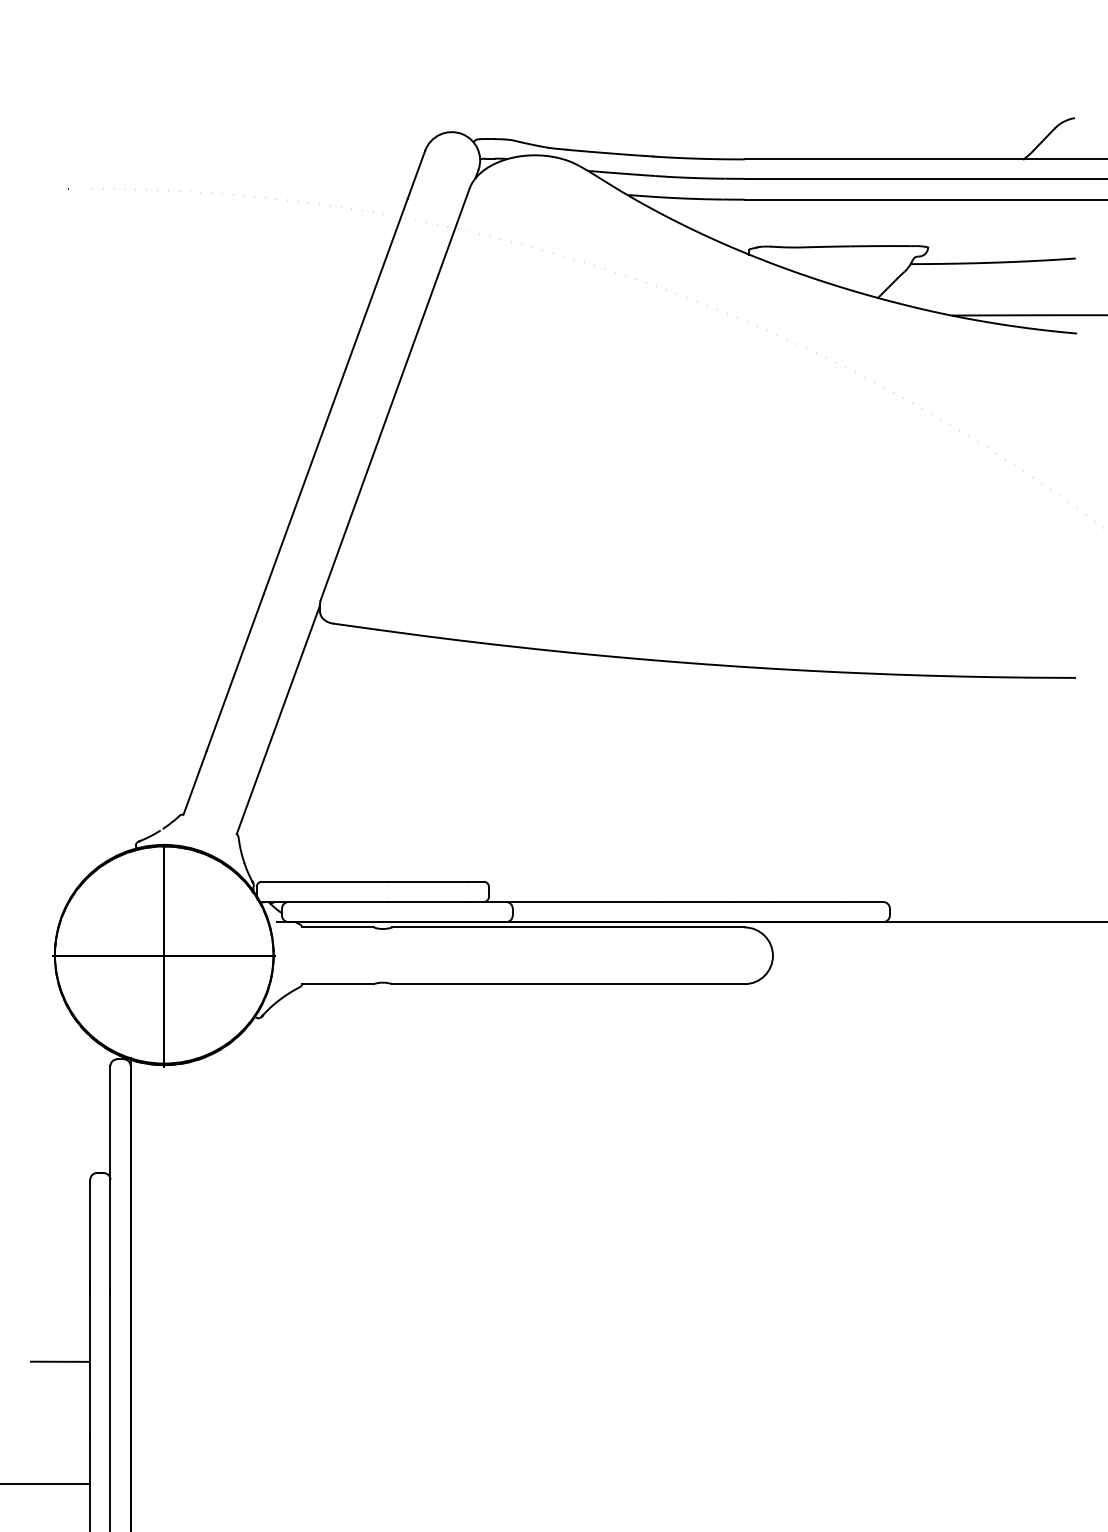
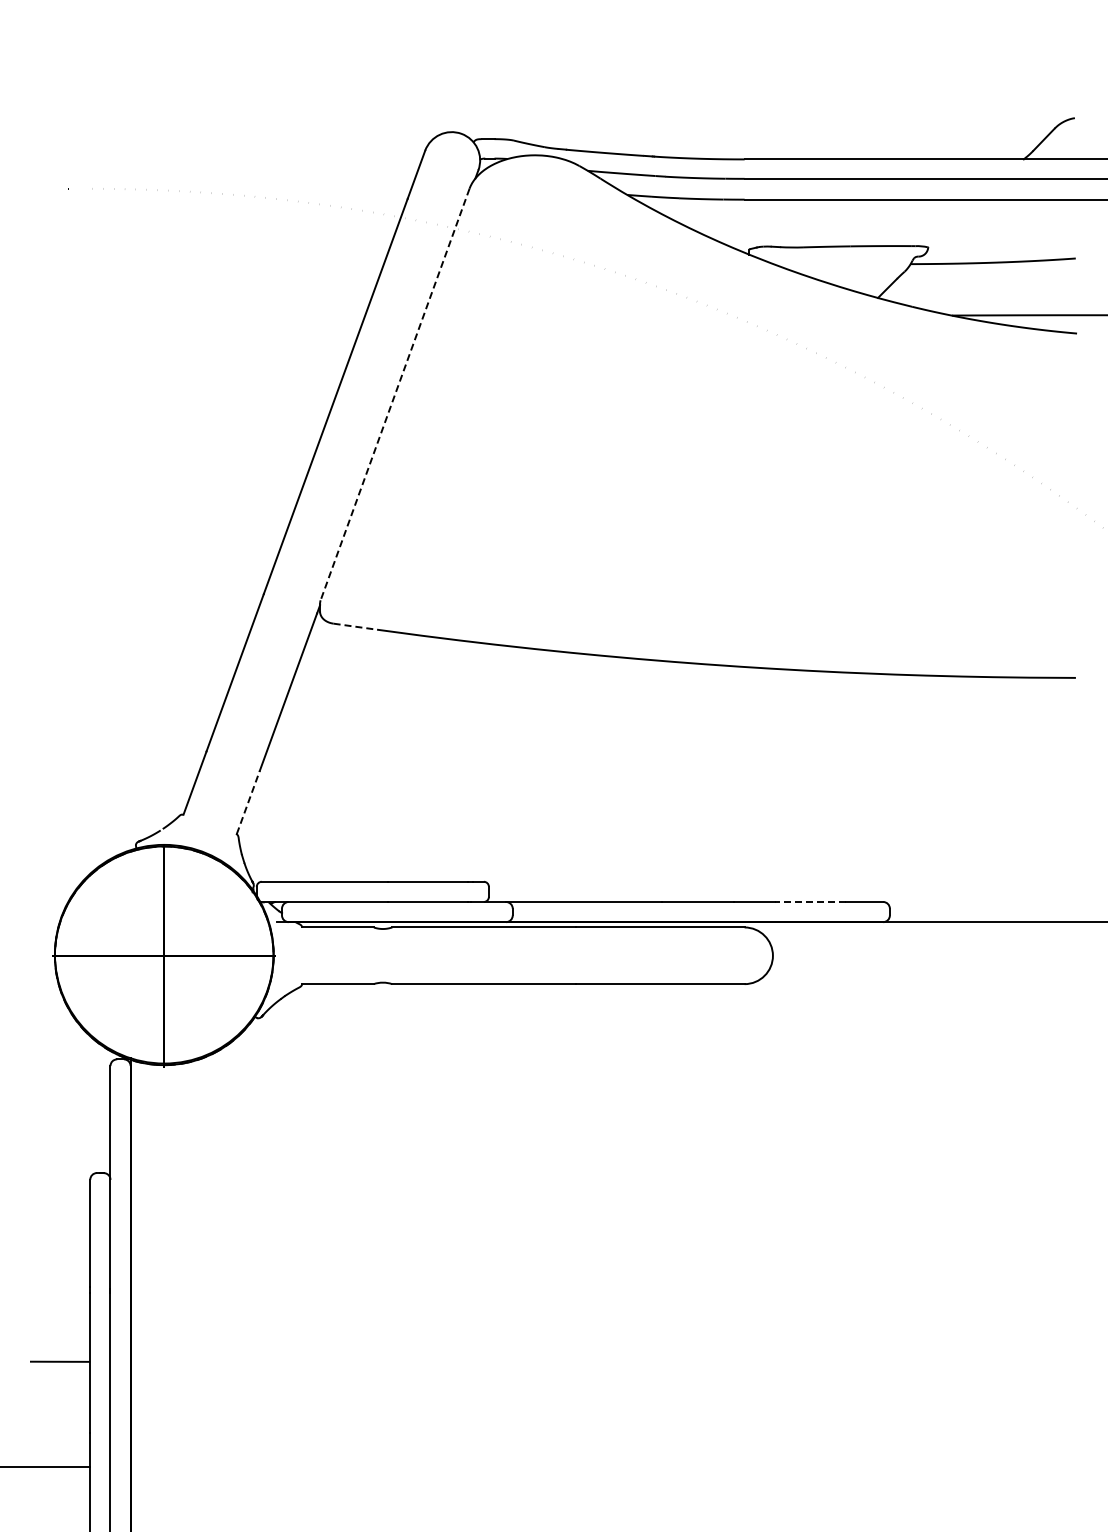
line at (395, 394): solid -> dashed
line at (355, 626): solid -> dashed
line at (248, 802): solid -> dashed
line at (809, 901): solid -> dashed
line at (46, 1483) position: (46, 1483) -> (46, 1466)
